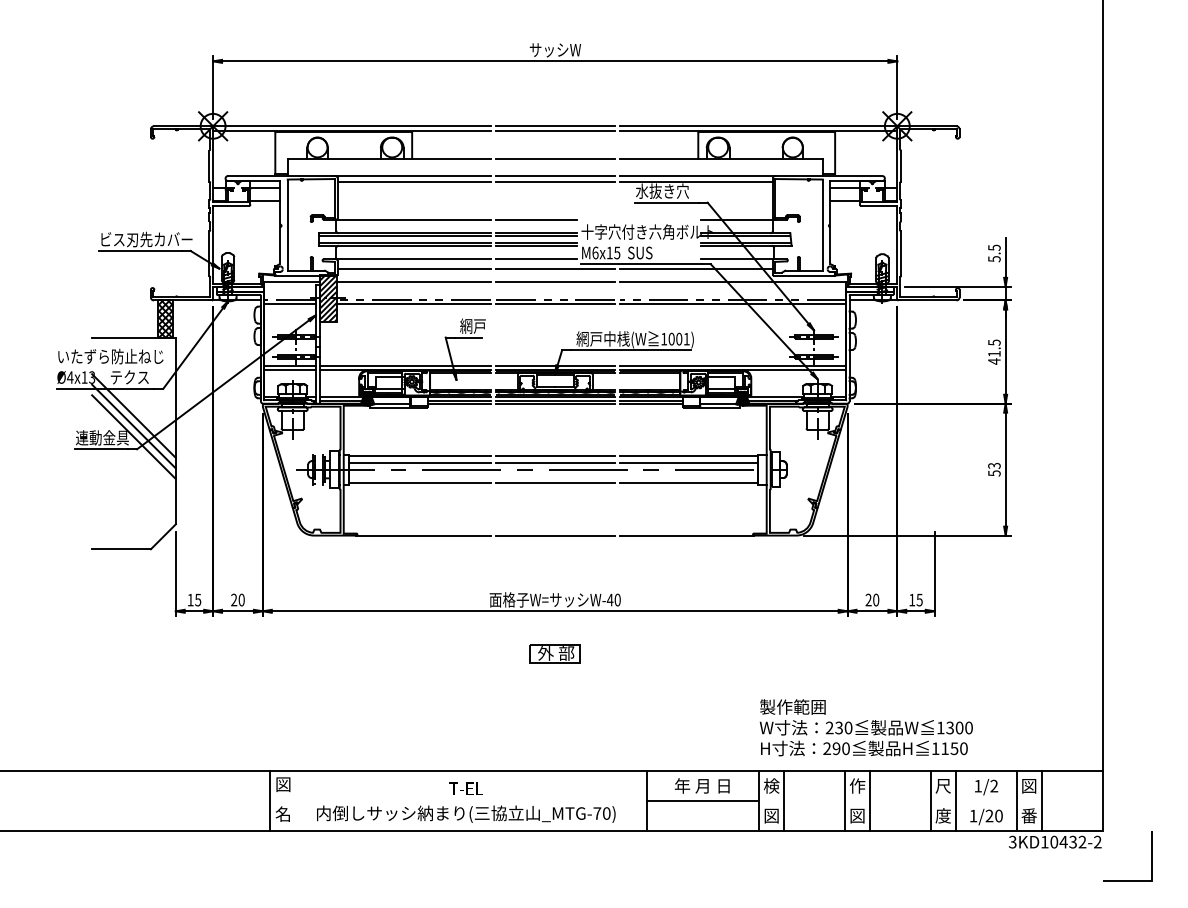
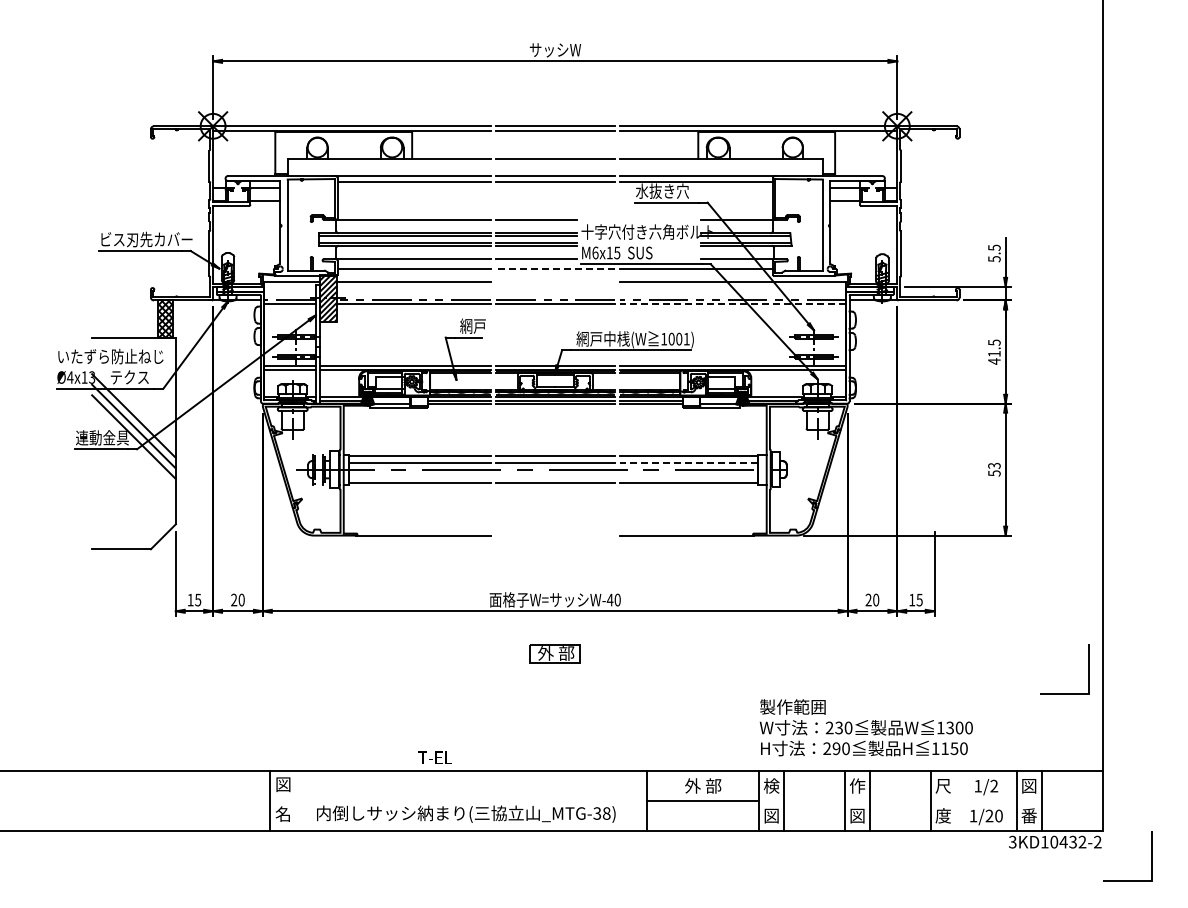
line at (555, 269): solid -> dashed
line at (554, 281): present -> none
line at (732, 304): solid -> dashed
line at (688, 463): solid -> dashed
line at (554, 535): present -> none
line at (1088, 669): none -> present
text at (701, 785): 年 月 日 -> 外 部
text at (465, 788) position: (465, 788) -> (434, 757)
line at (955, 800): present -> none
text at (601, 813): _MTG-70) -> _MTG-38)
